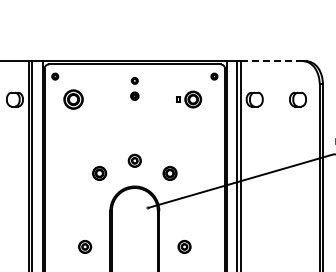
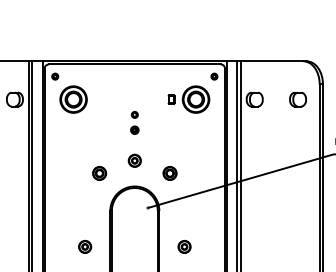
line at (272, 61): dashed -> solid
part at (134, 88) position: (134, 88) -> (134, 122)
part at (73, 99) size: 21x21 px -> 29x29 px
part at (189, 99) size: 27x19 px -> 44x29 px
